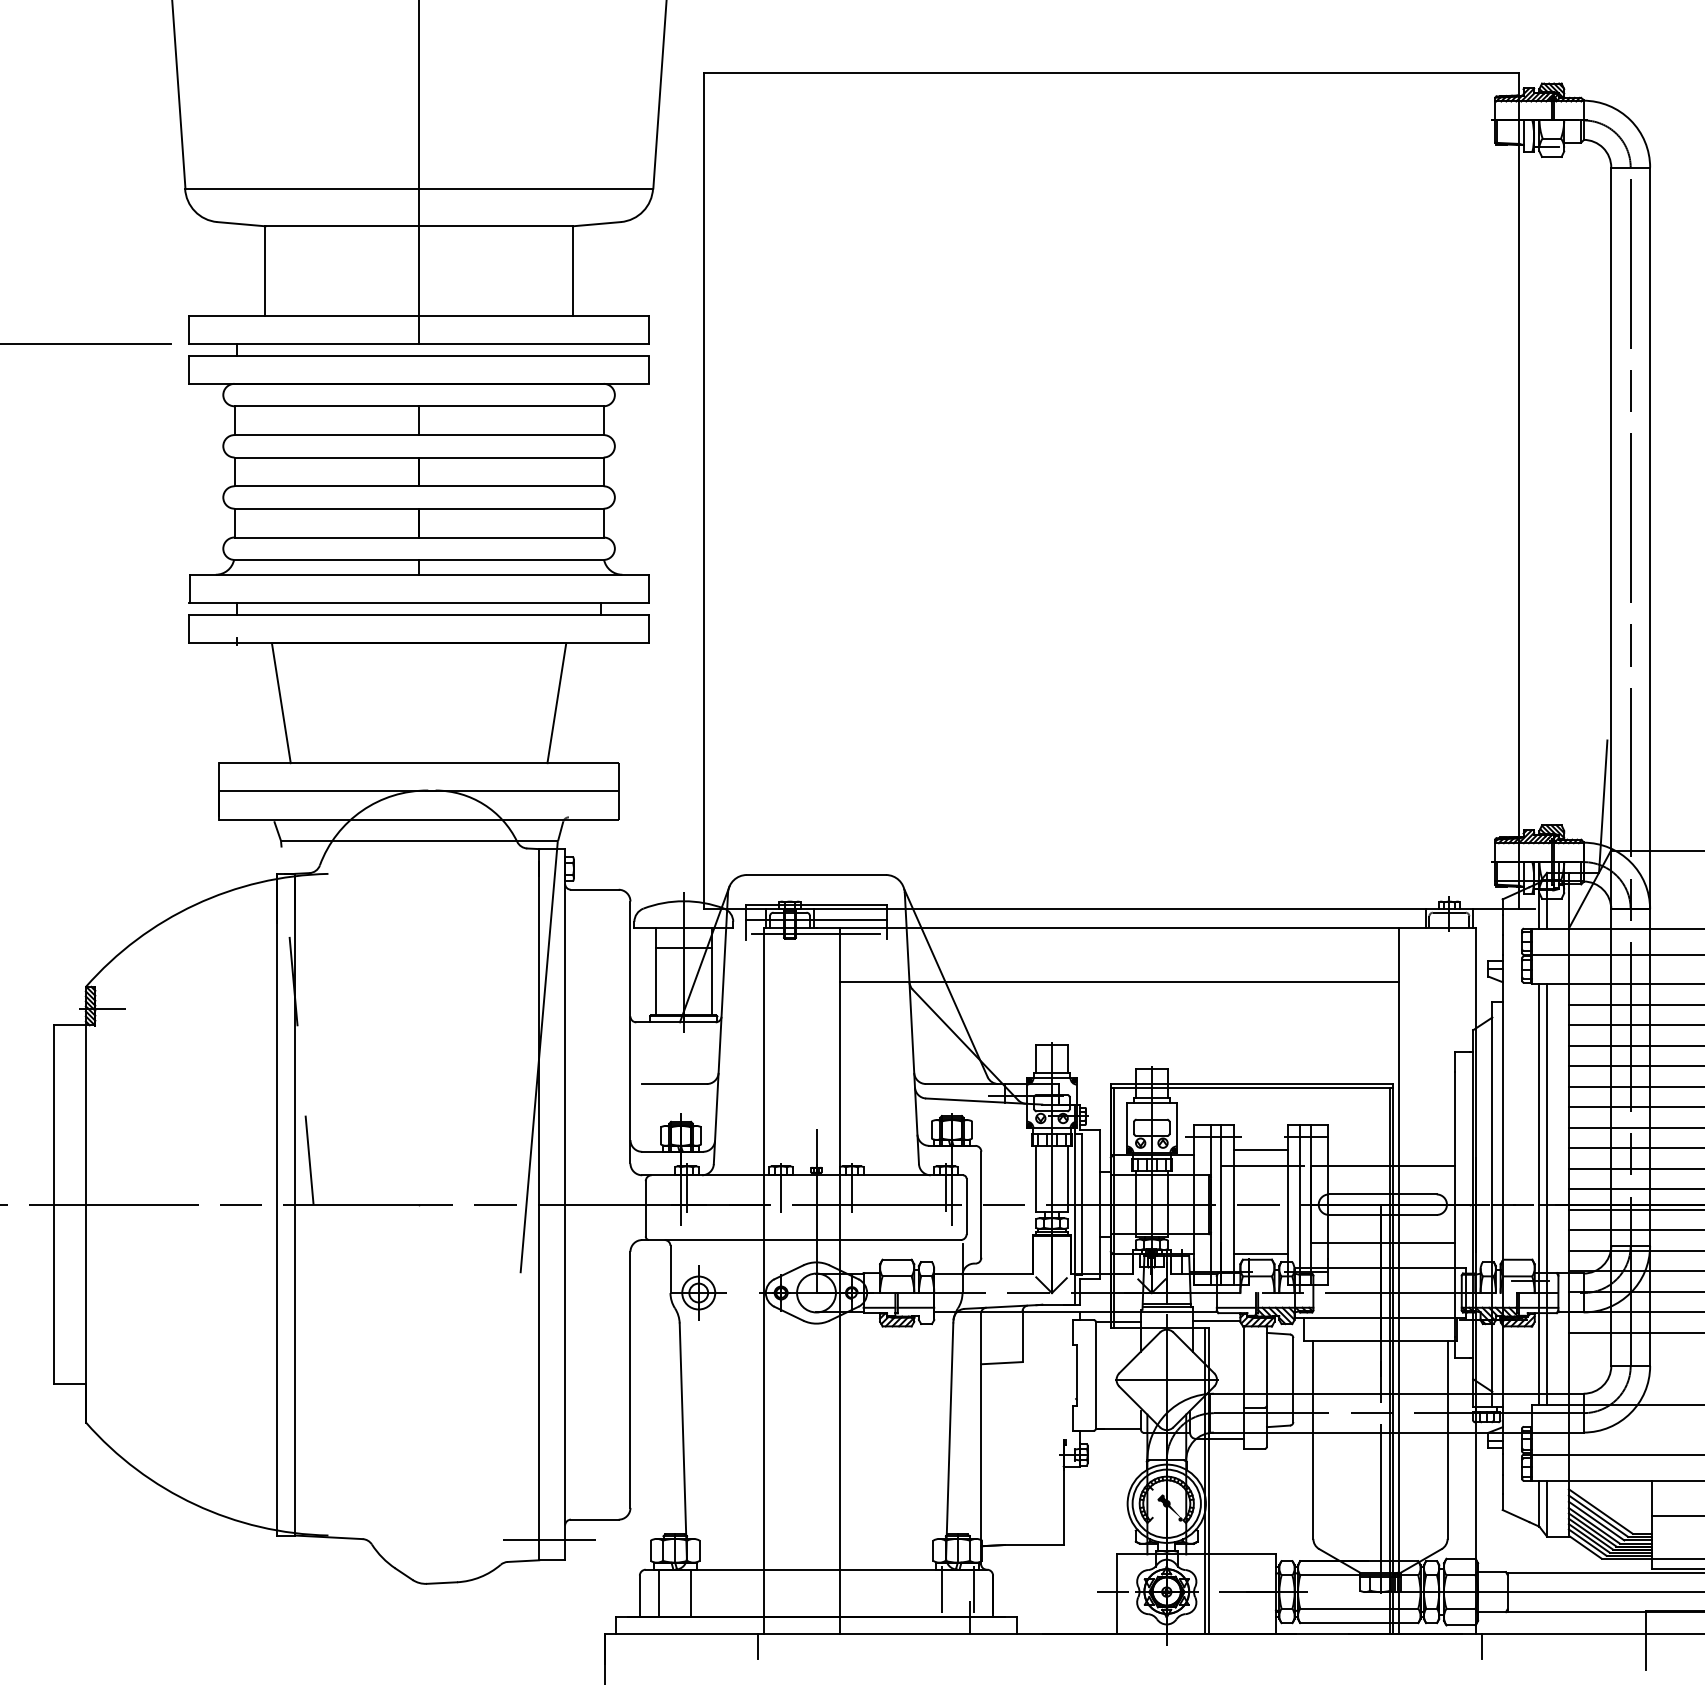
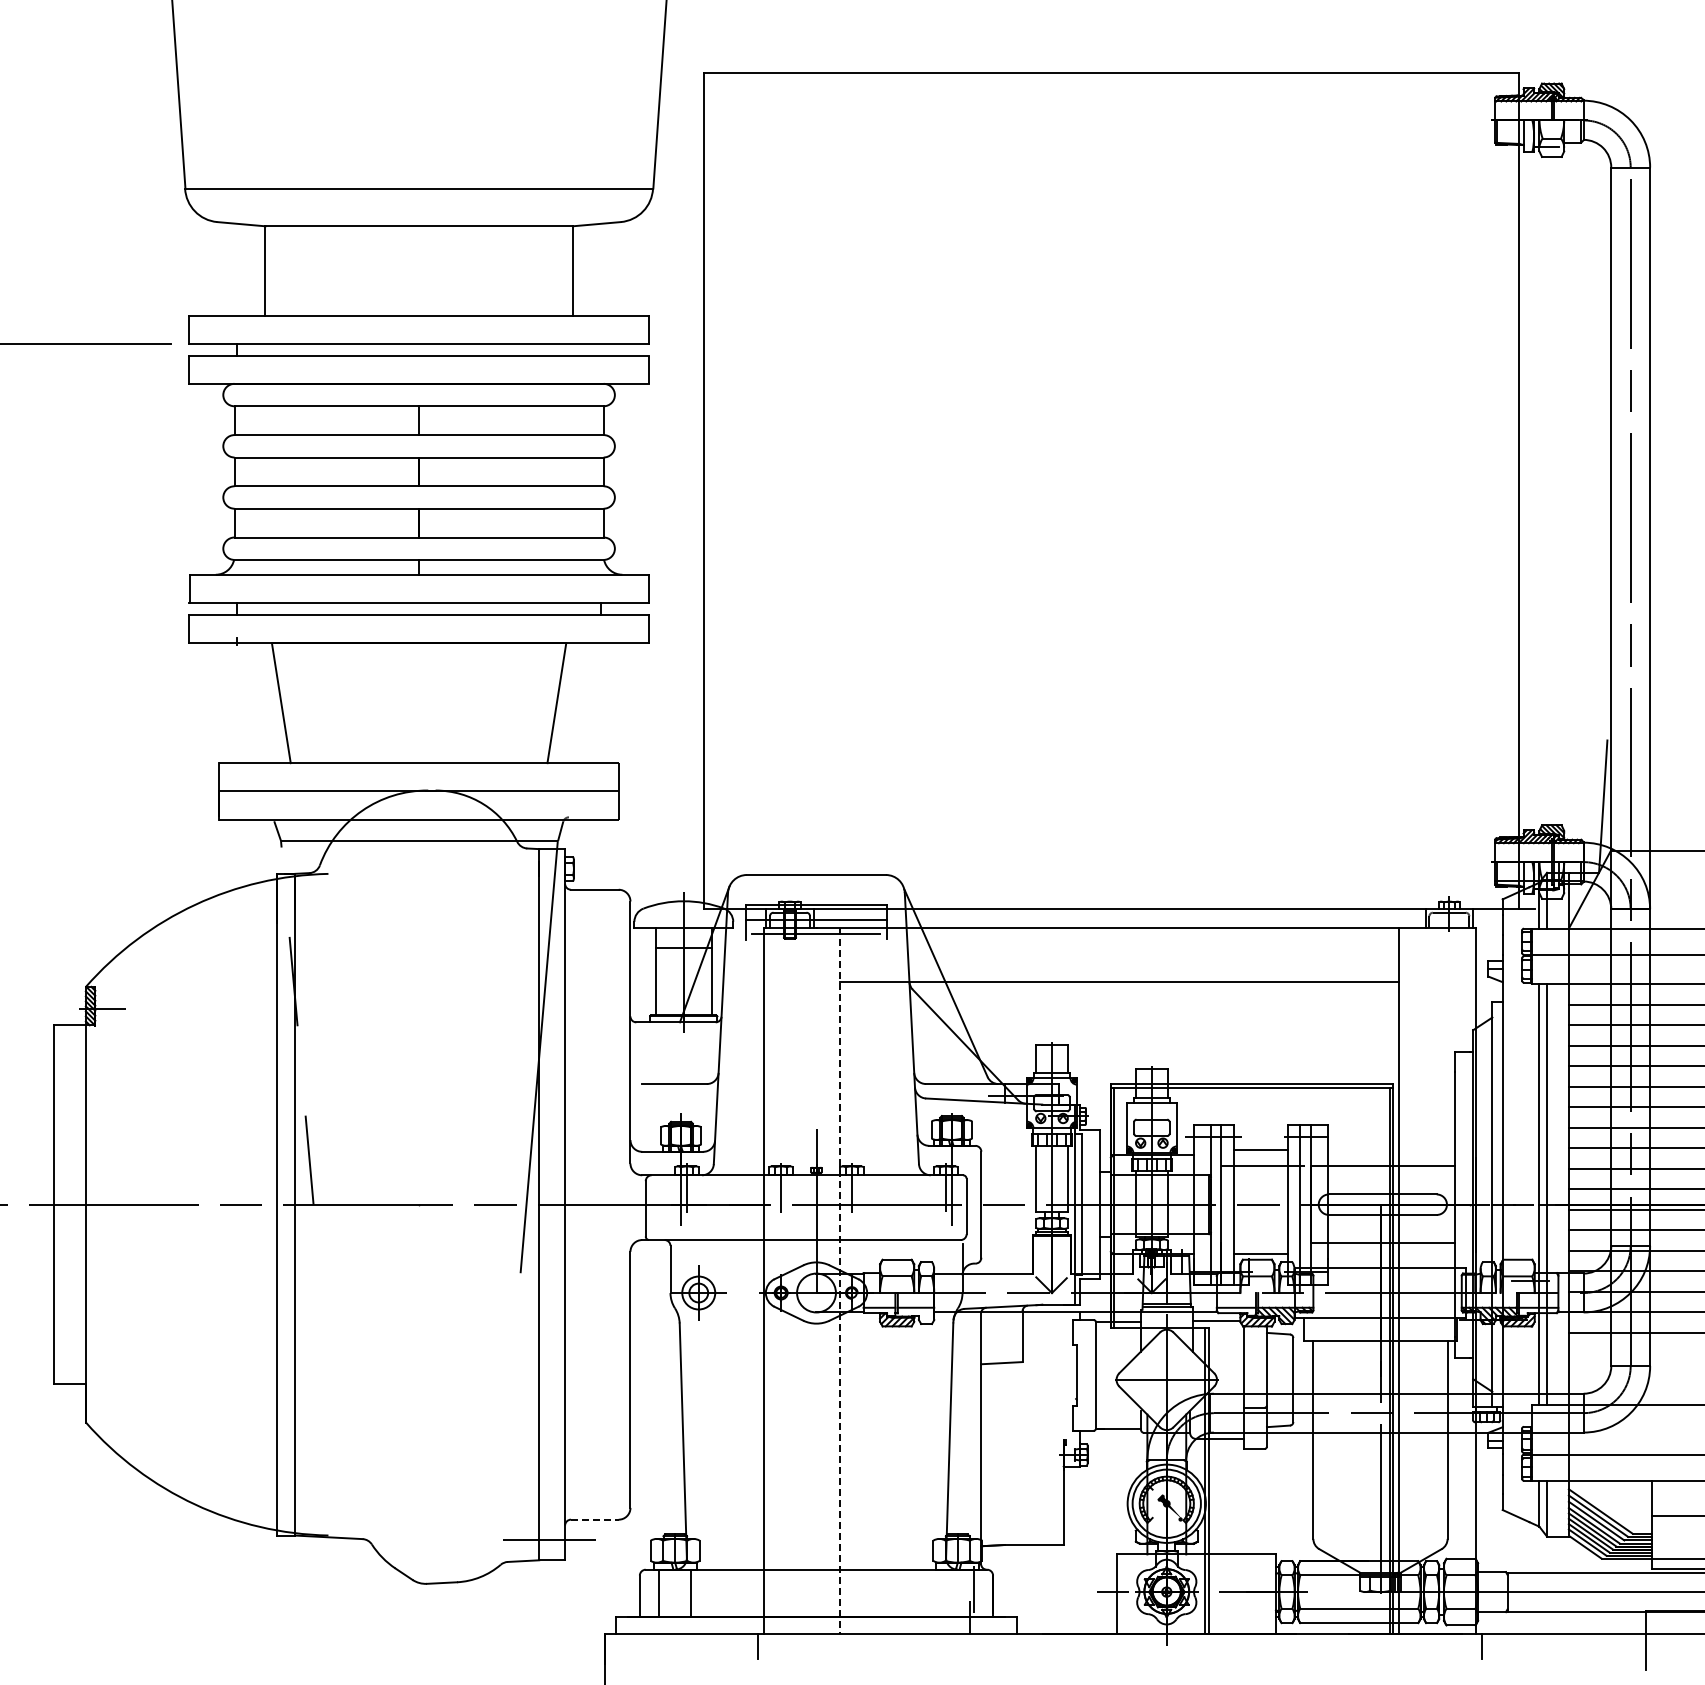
line at (419, 173): present -> none
line at (840, 1281): solid -> dashed
line at (594, 1519): solid -> dashed
line at (941, 1589): present -> none
